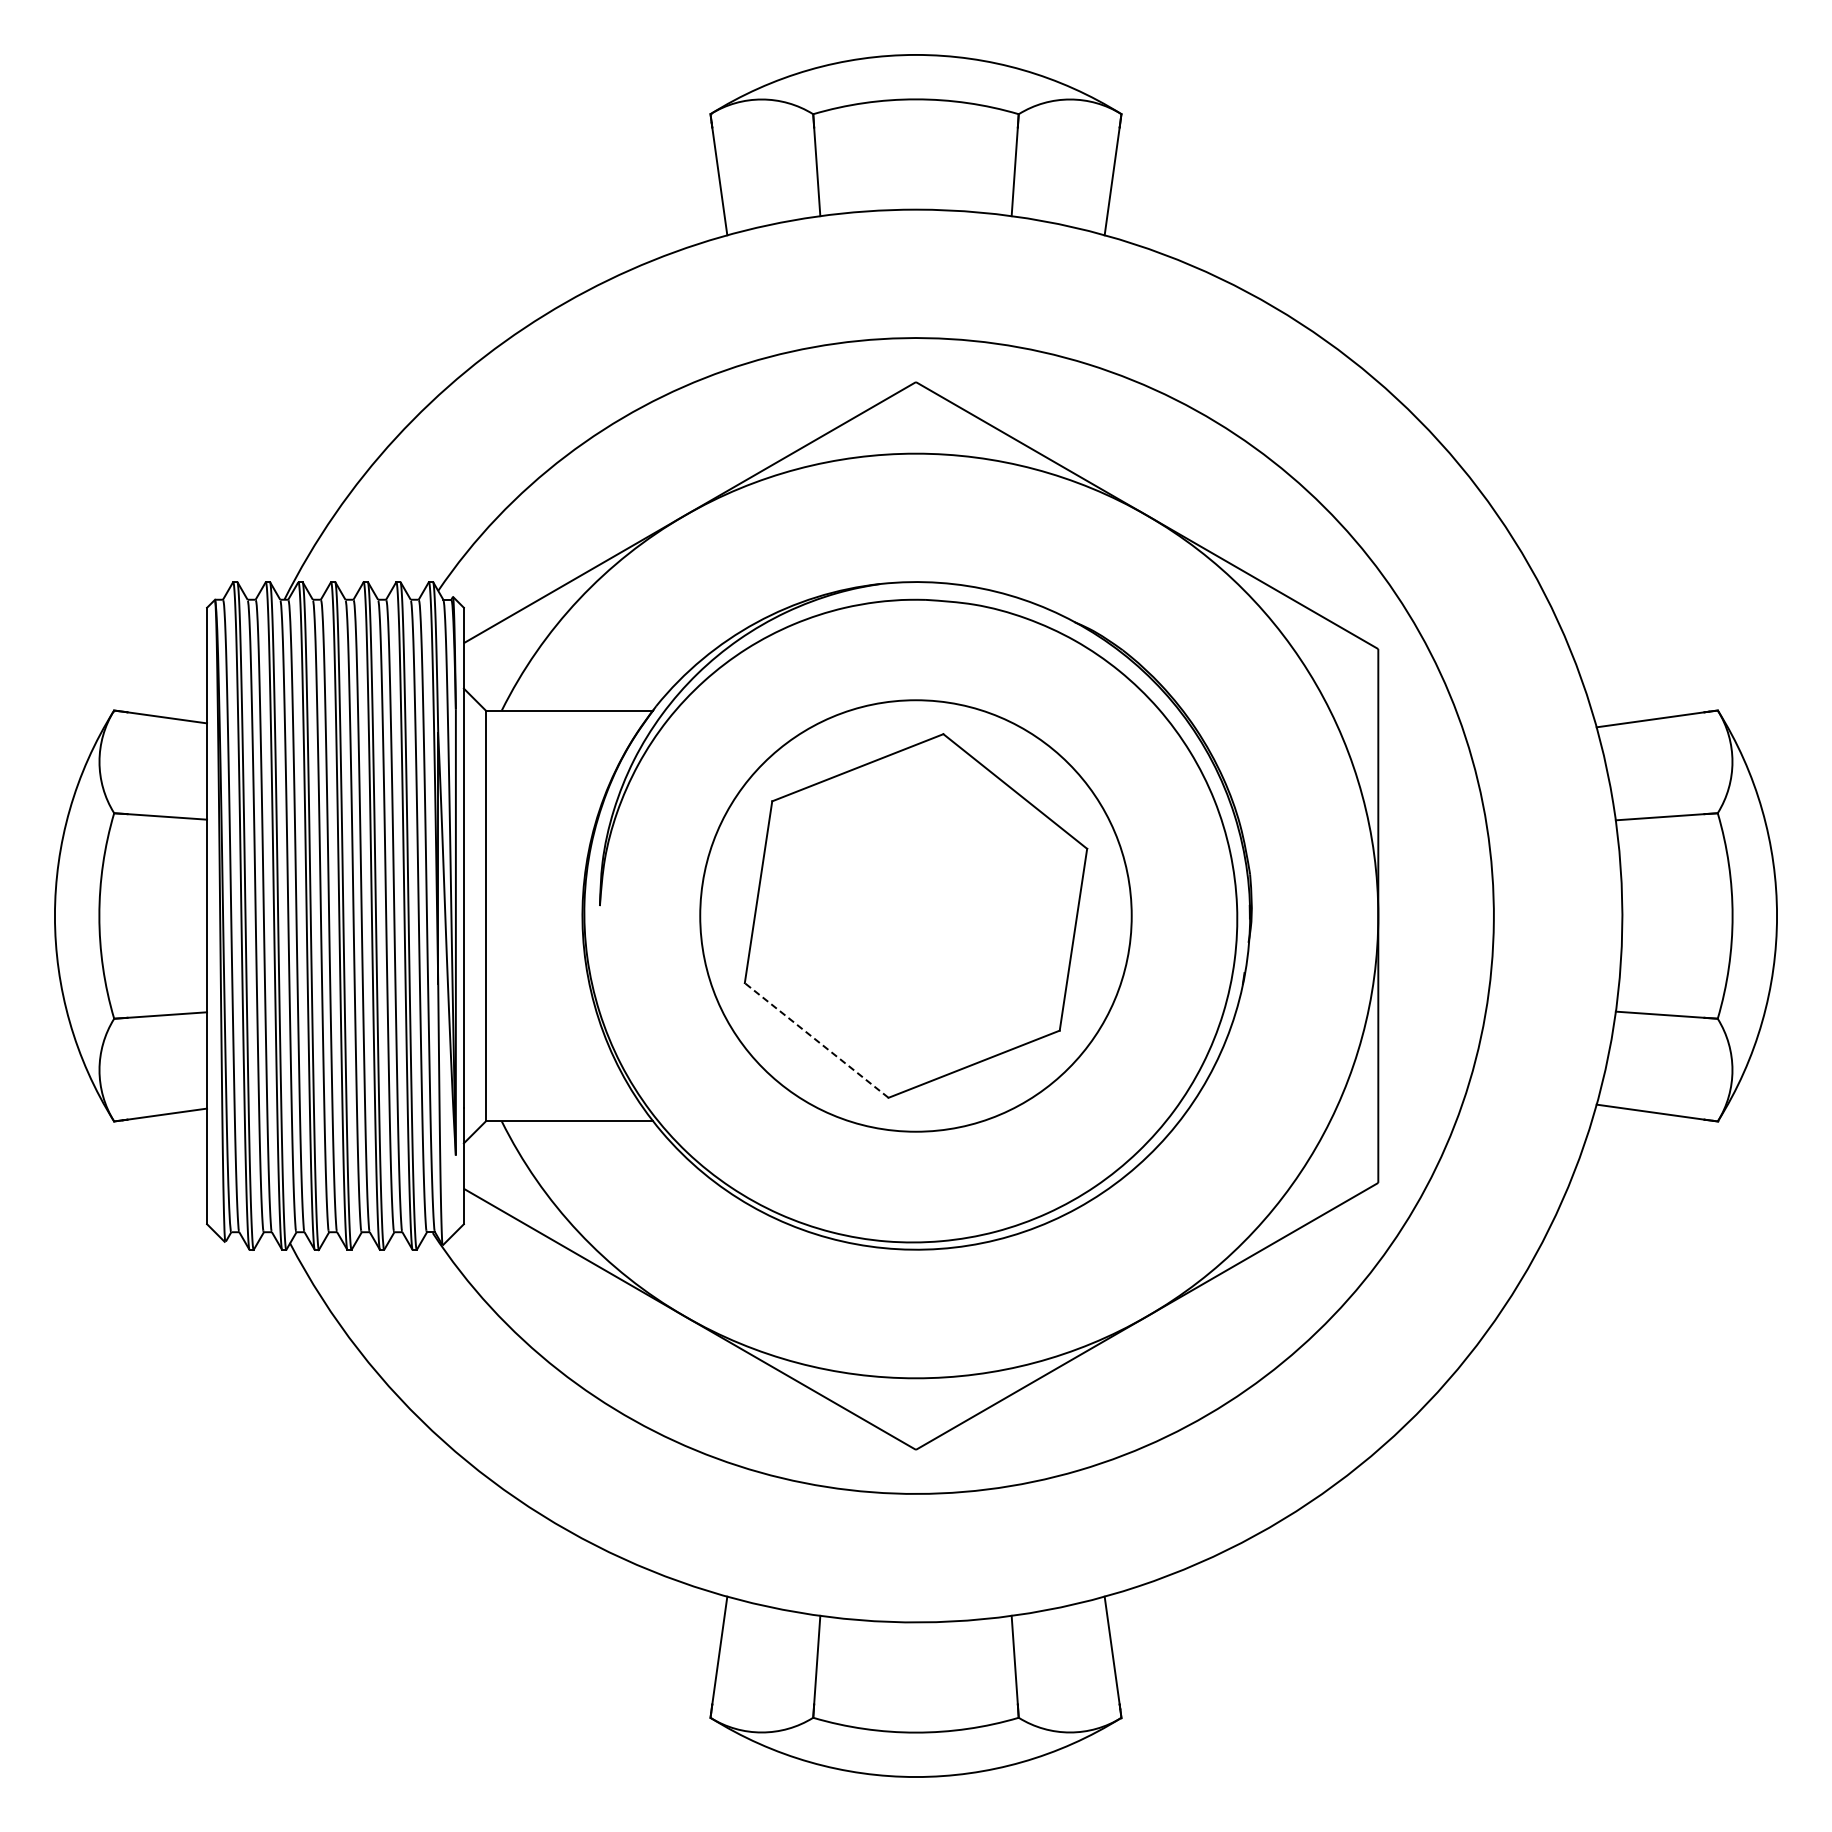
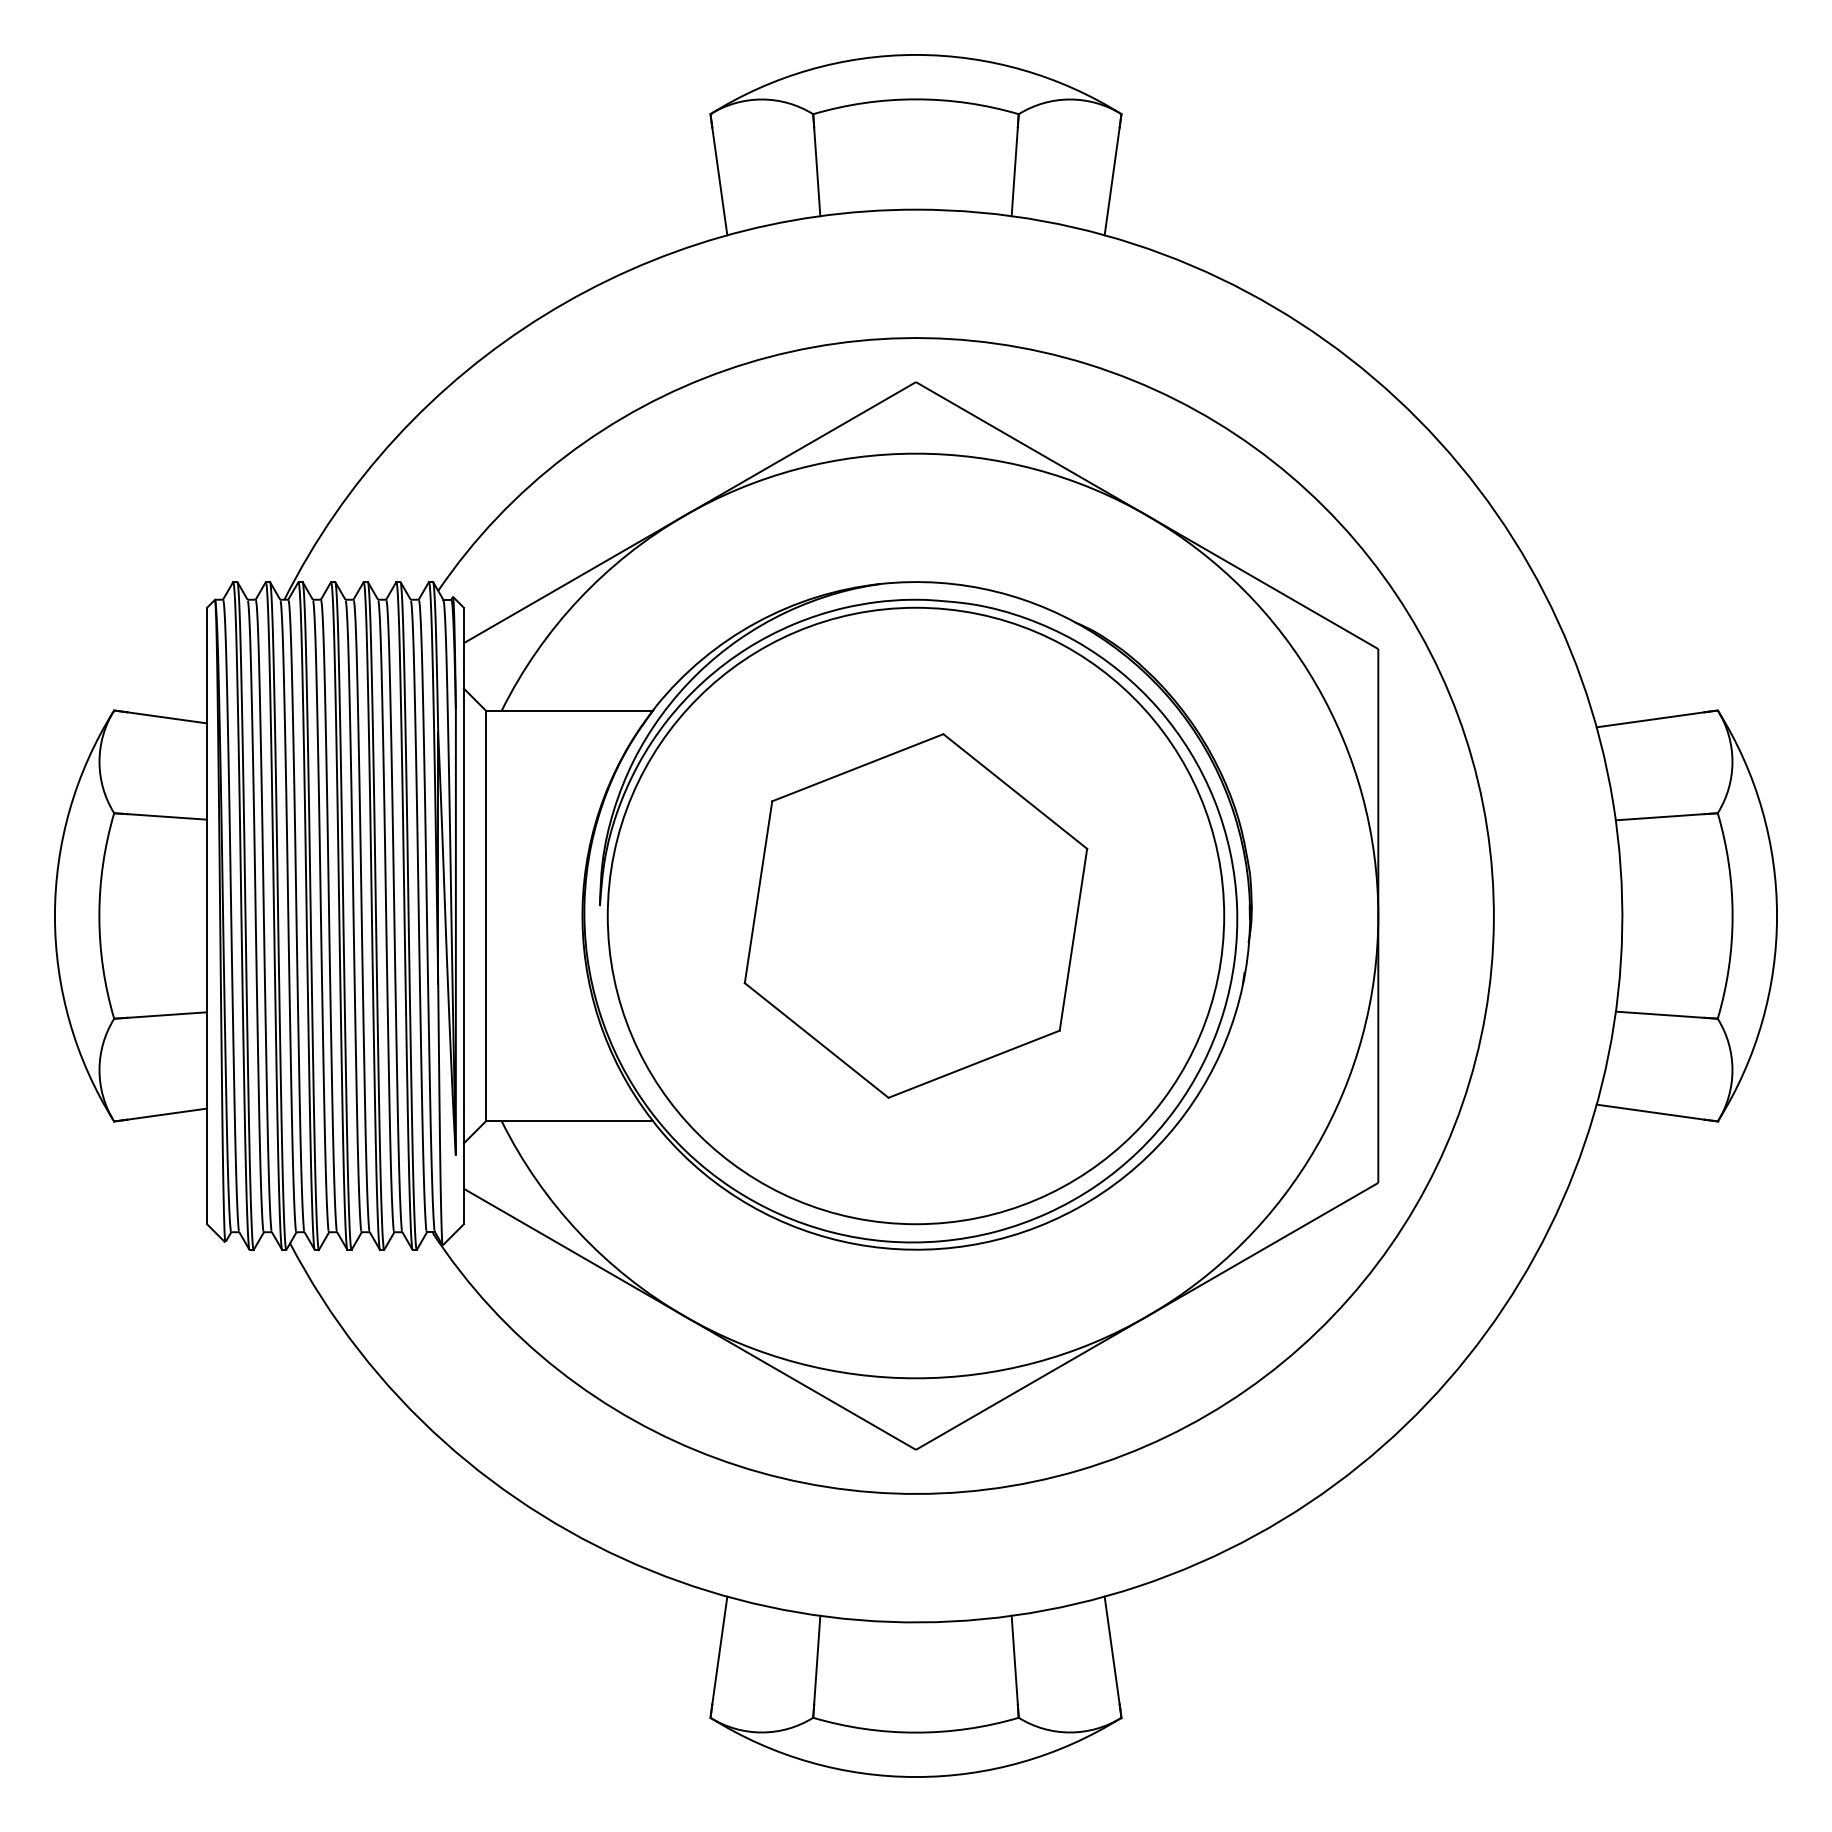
circle at (915, 915) diameter: 432 px -> 616 px
line at (816, 1040): dashed -> solid
